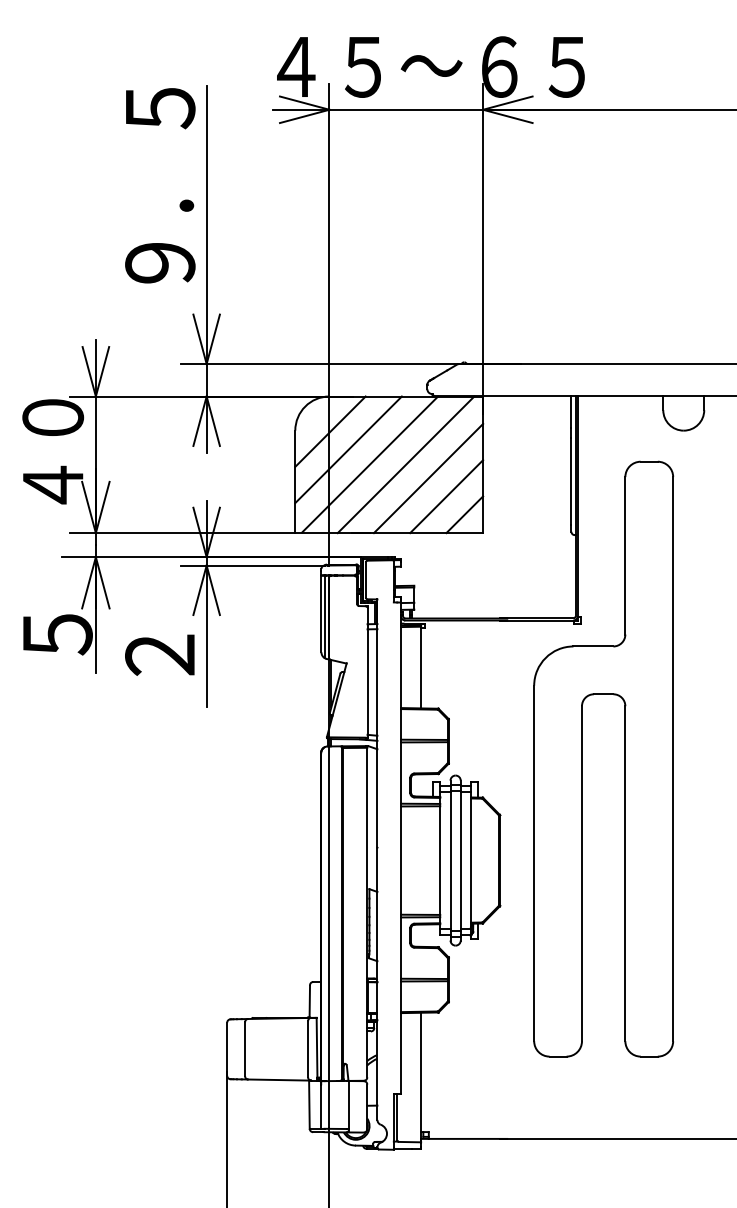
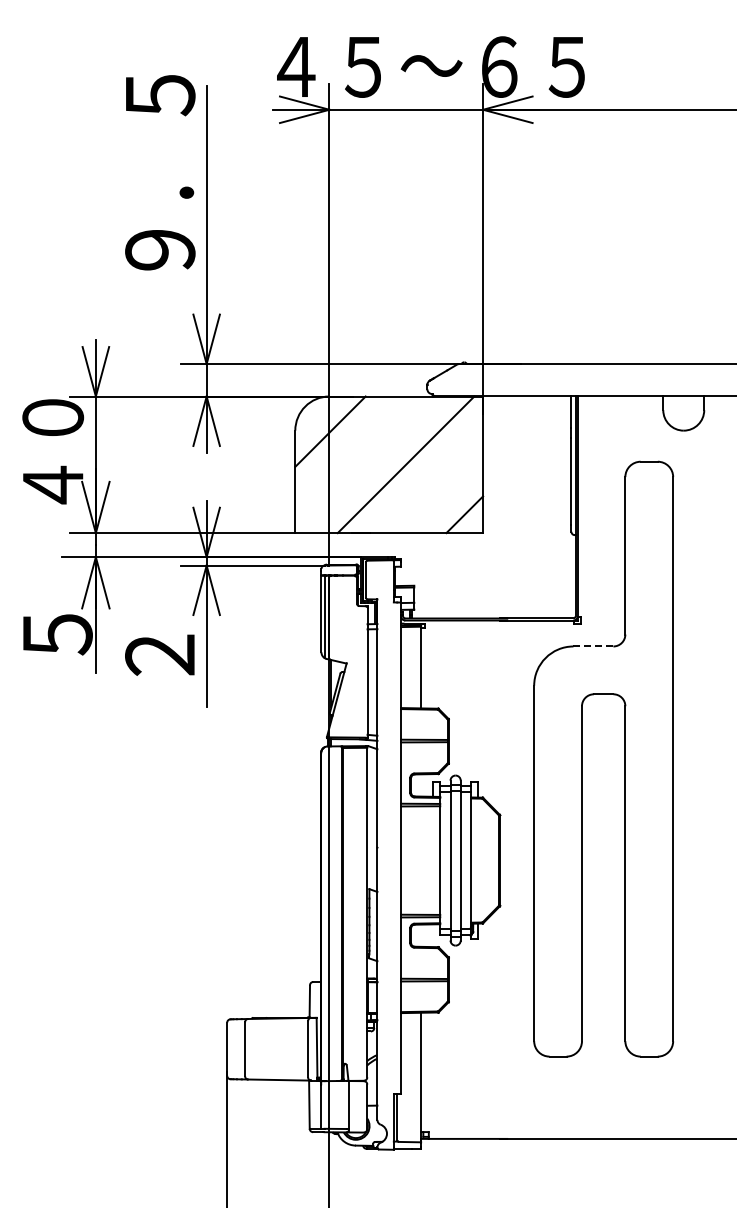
text at (160, 185) position: (160, 185) -> (160, 172)
line at (348, 449): present -> none
line at (370, 464): present -> none
line at (428, 478): present -> none
line at (446, 496): present -> none
line at (593, 646): solid -> dashed
